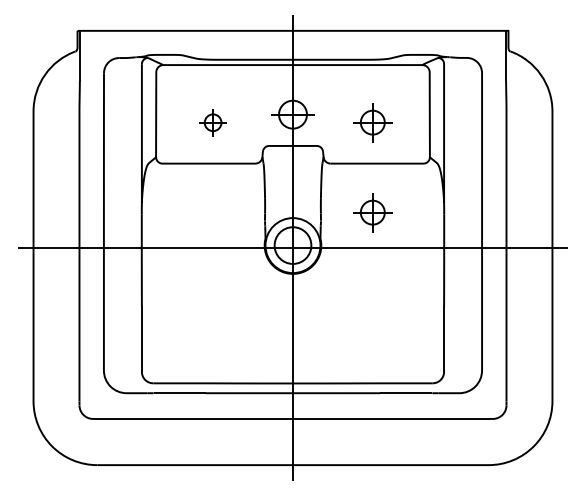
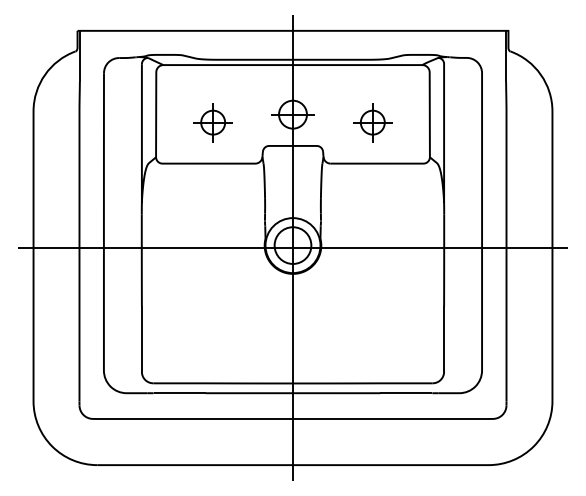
part at (212, 122) size: 28x28 px -> 40x40 px
part at (372, 212): present -> none
